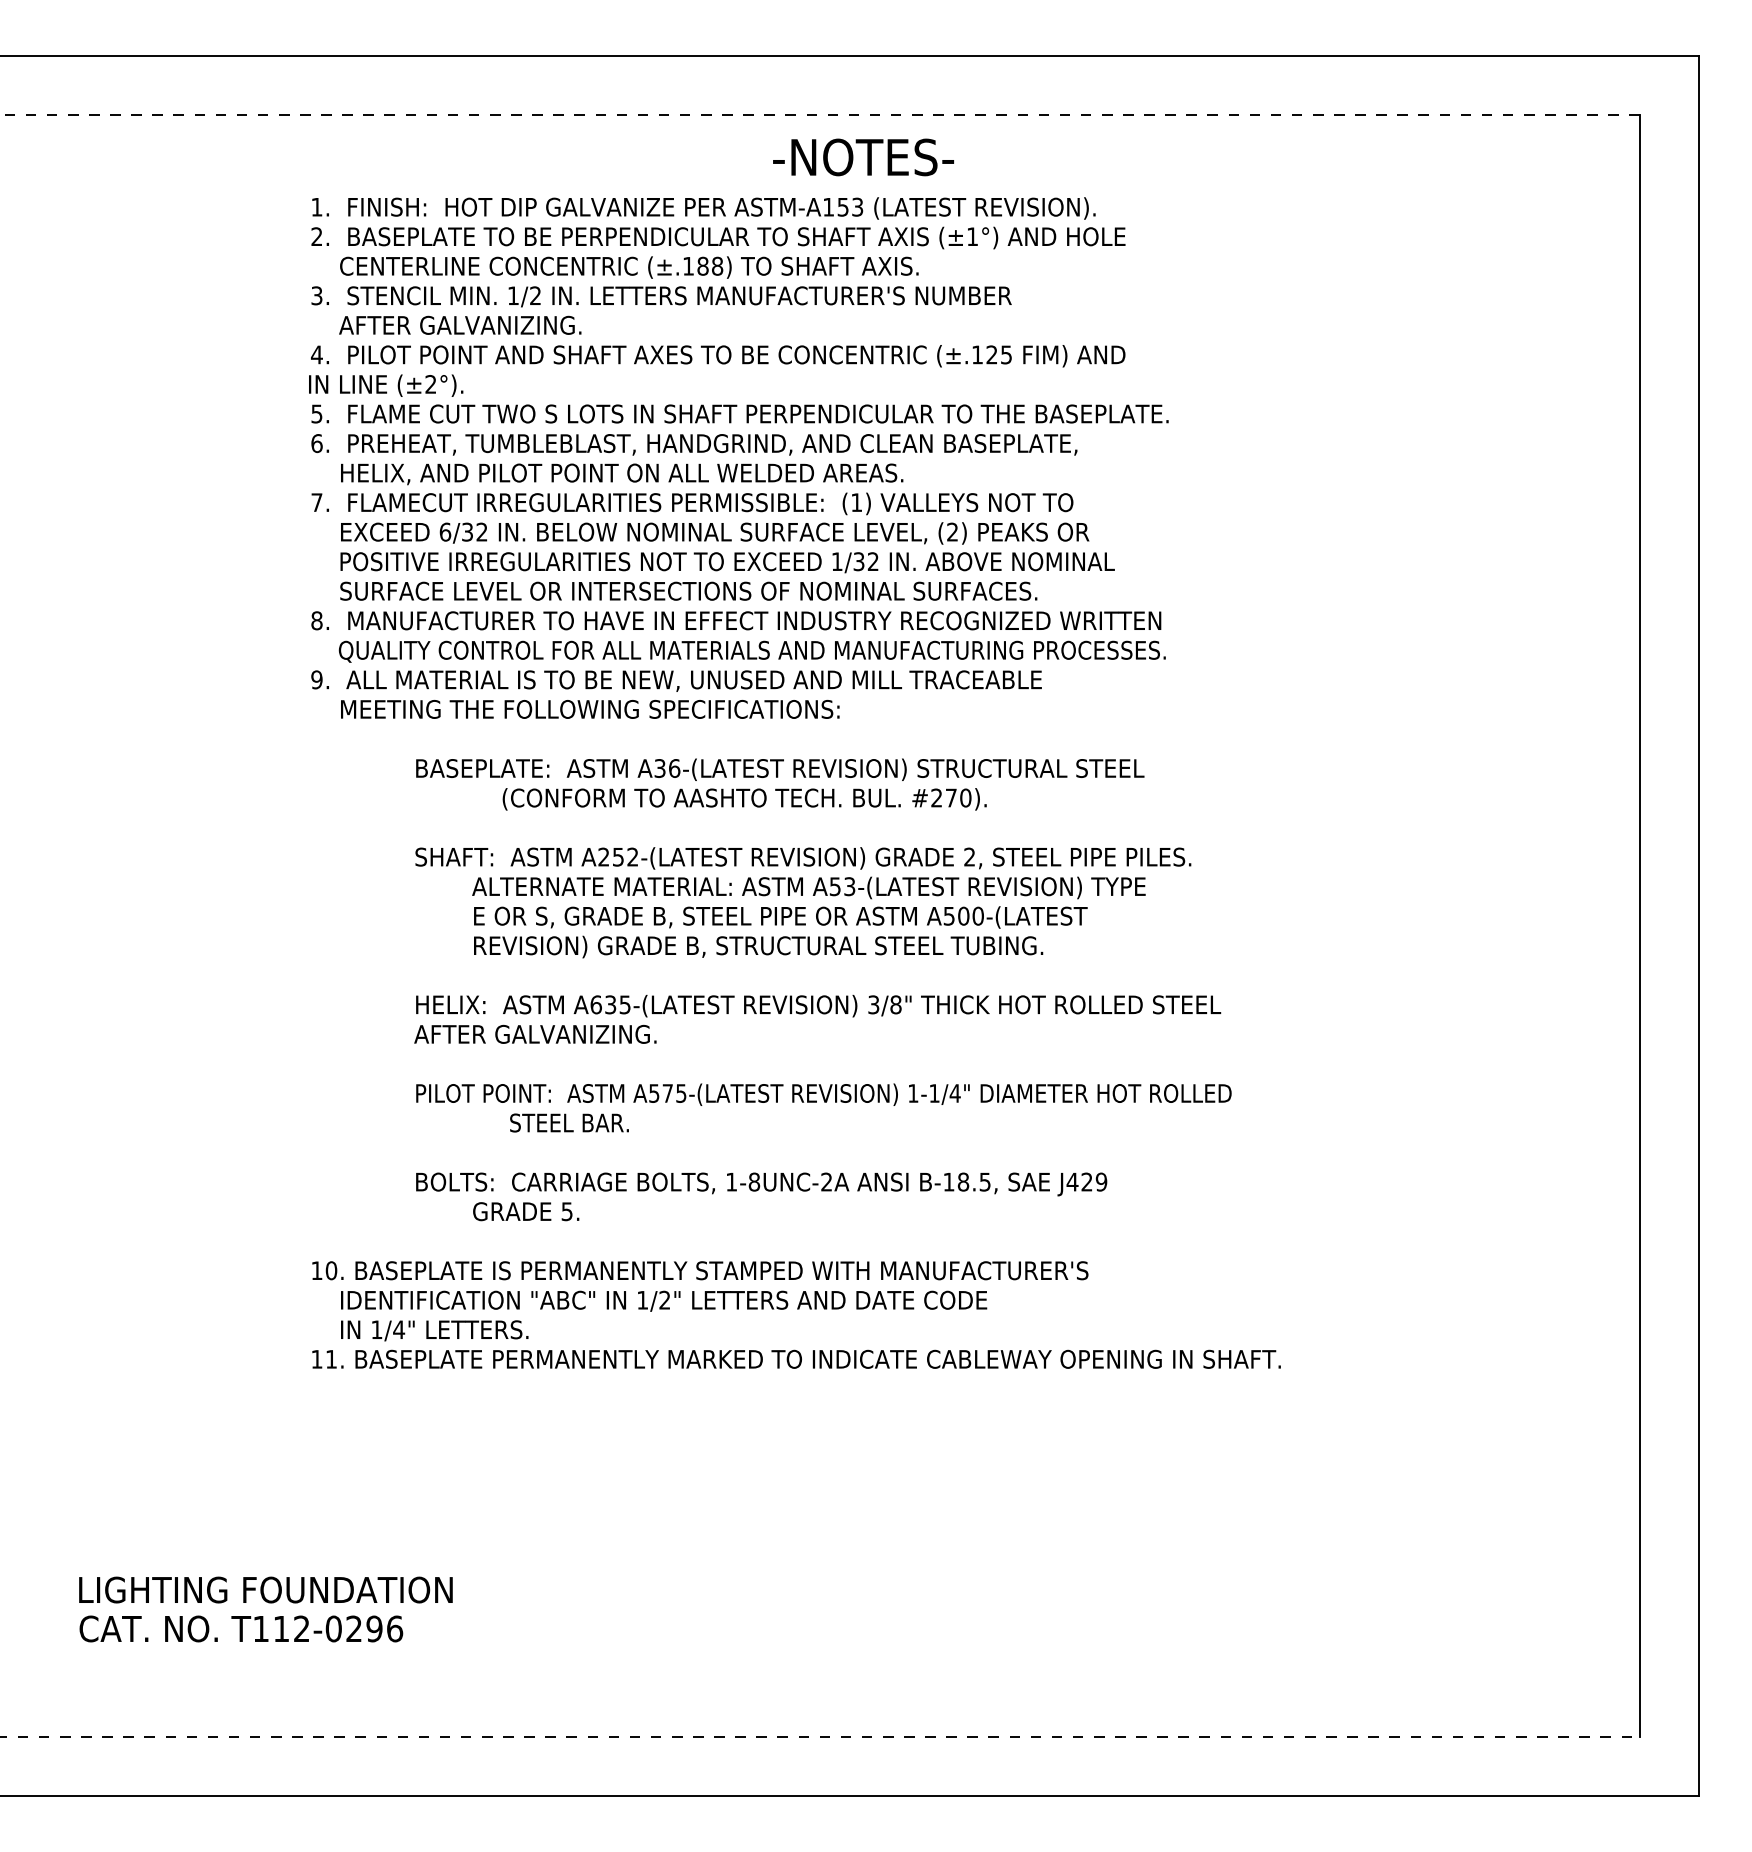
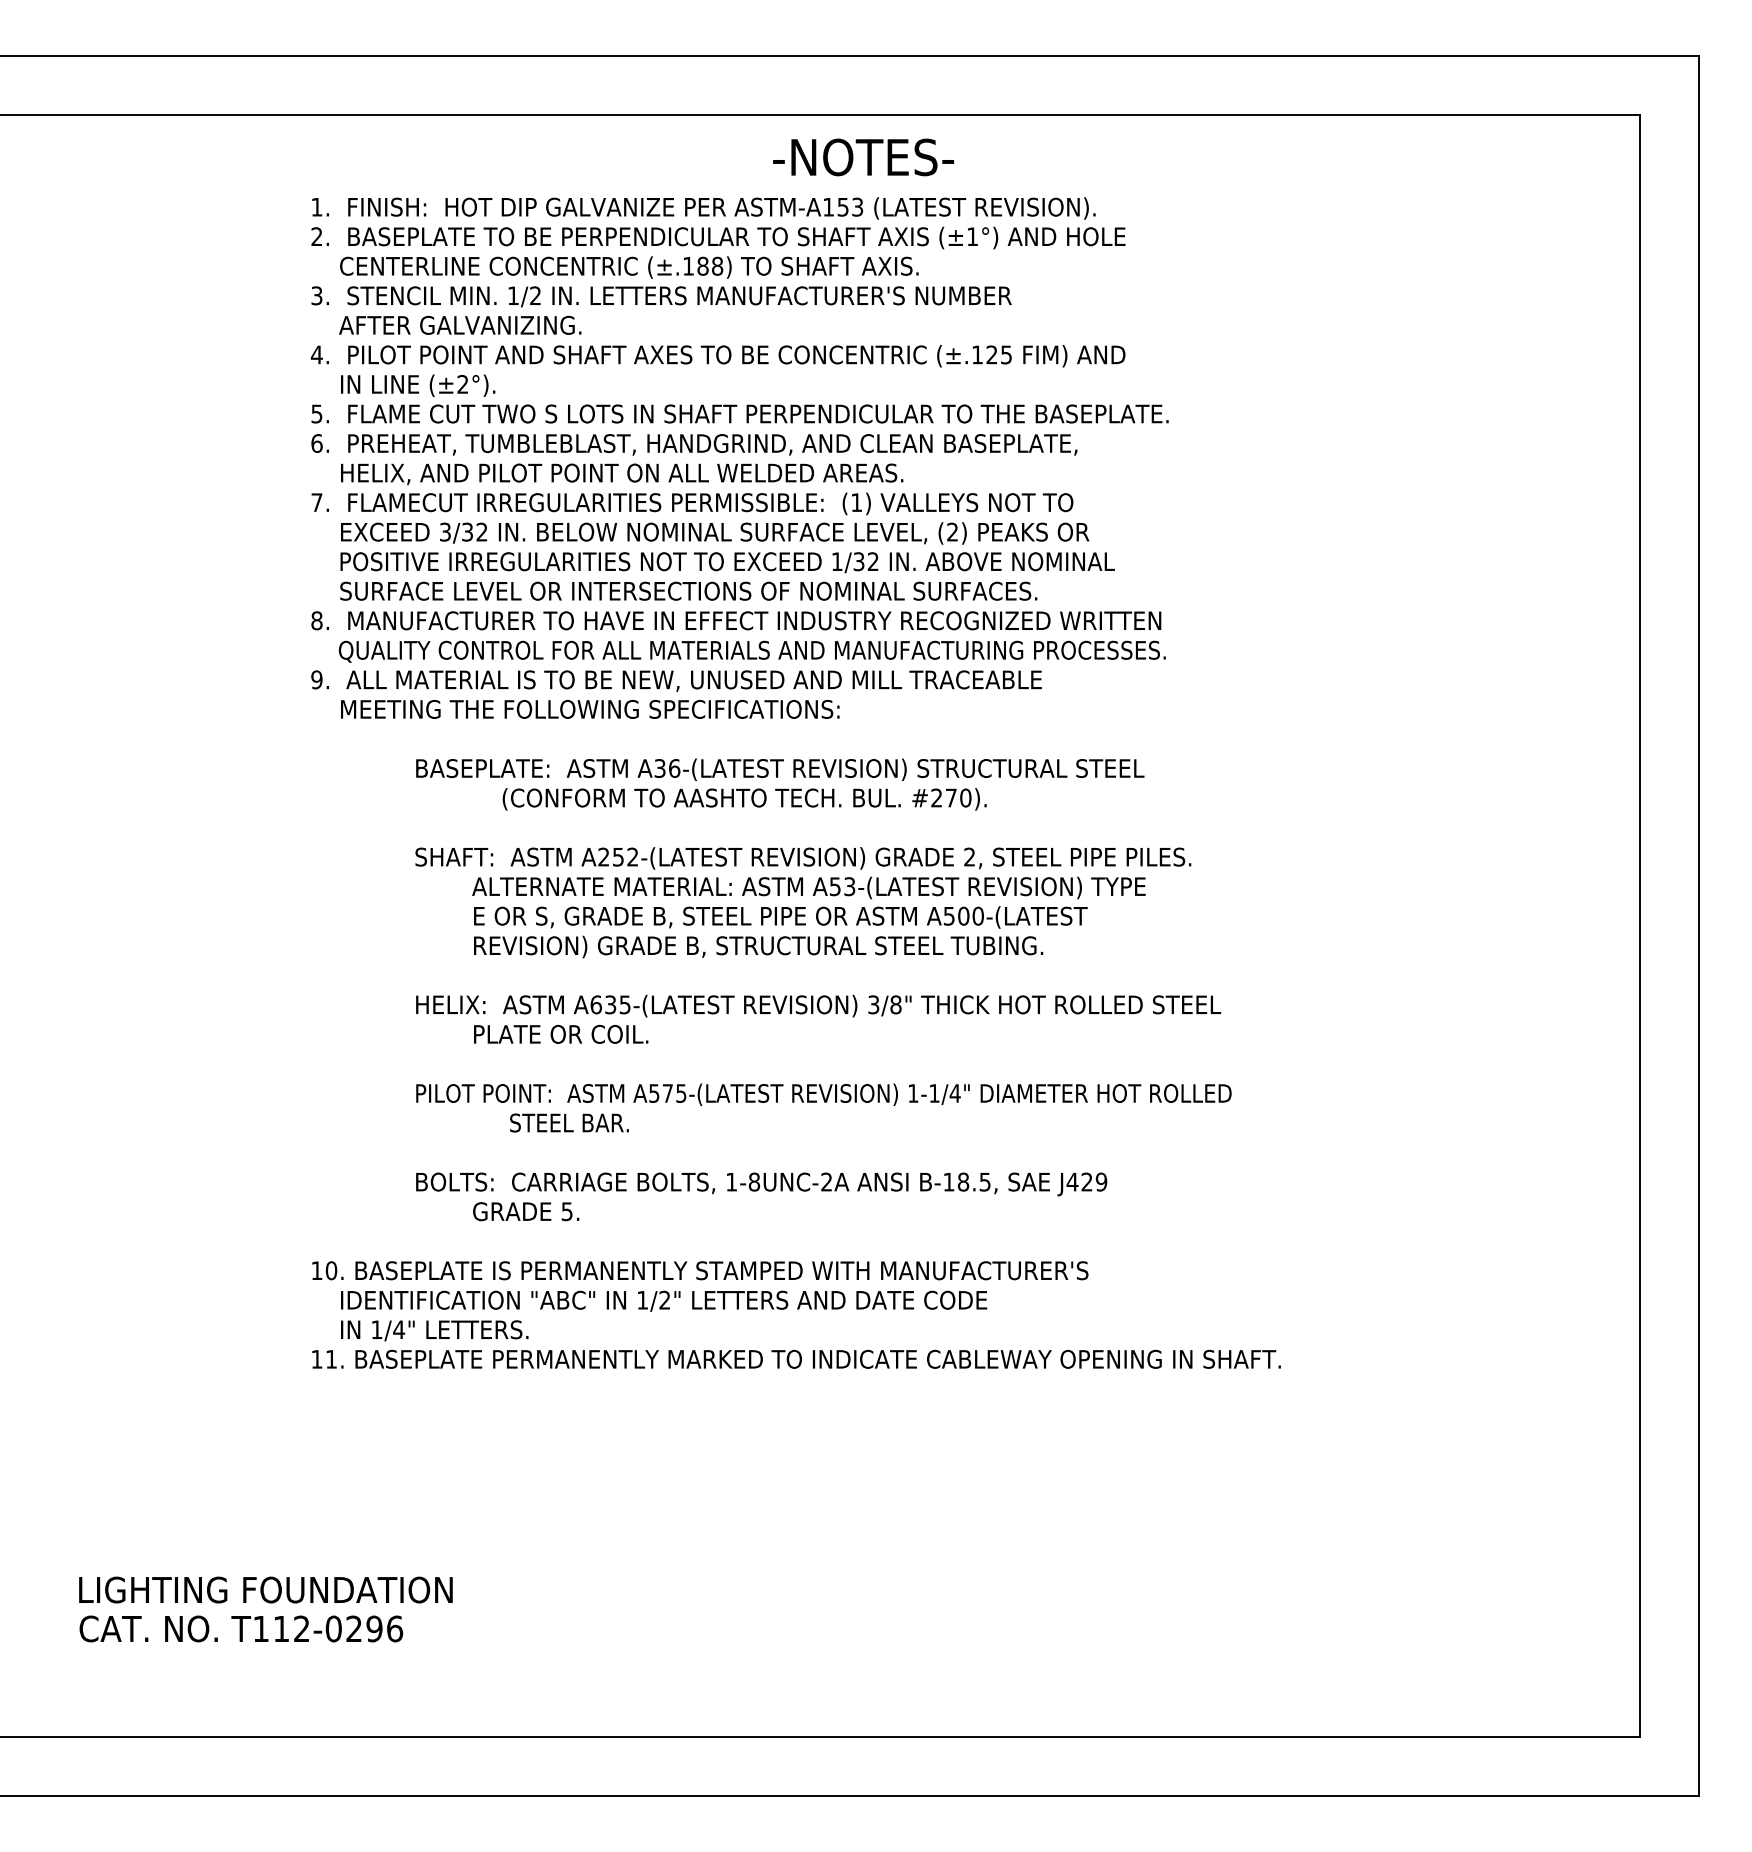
line at (820, 114): dashed -> solid
text at (386, 385) position: (386, 385) -> (418, 385)
text at (445, 531): 6/32 -> 3/32
text at (535, 1033): AFTER GALVANIZING. -> PLATE OR COIL.
line at (820, 1737): dashed -> solid
